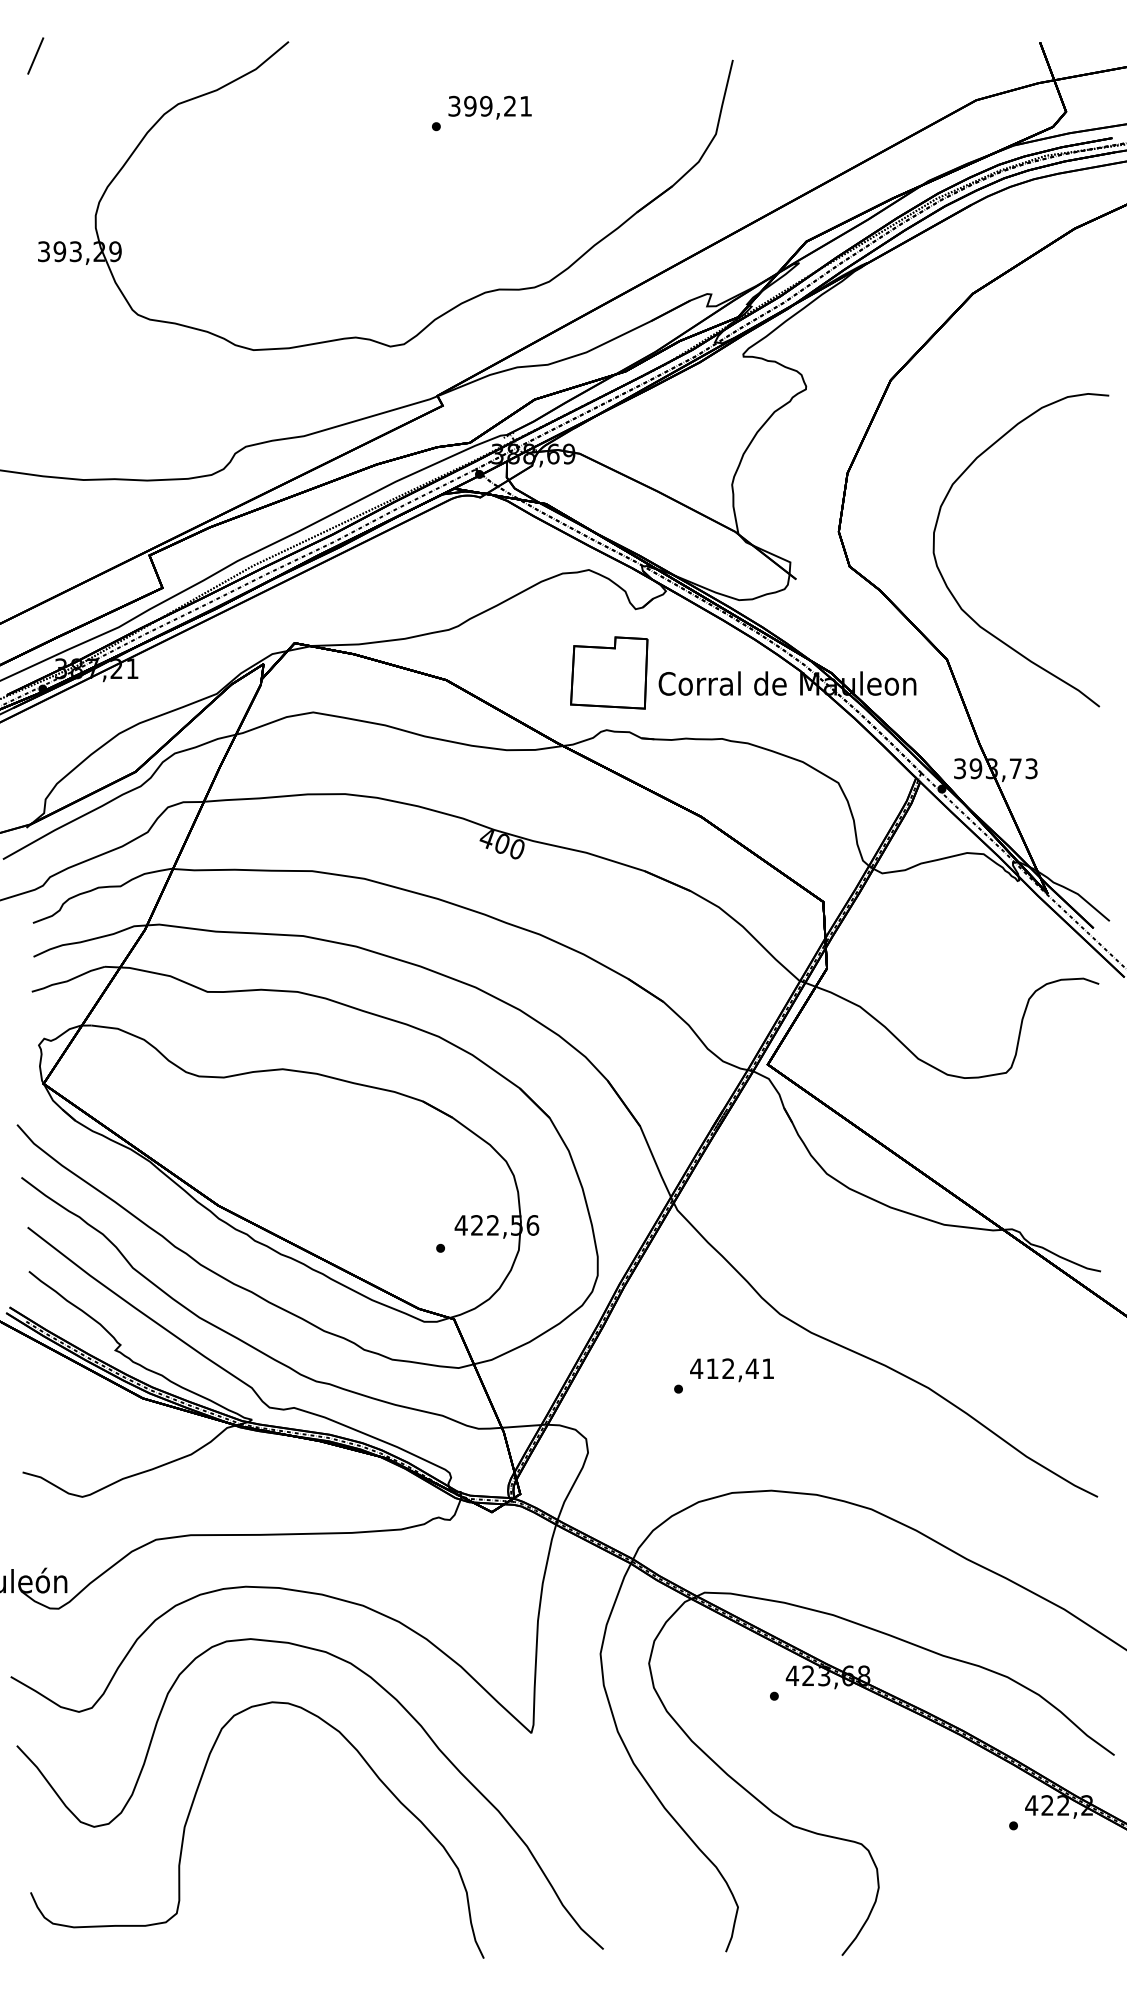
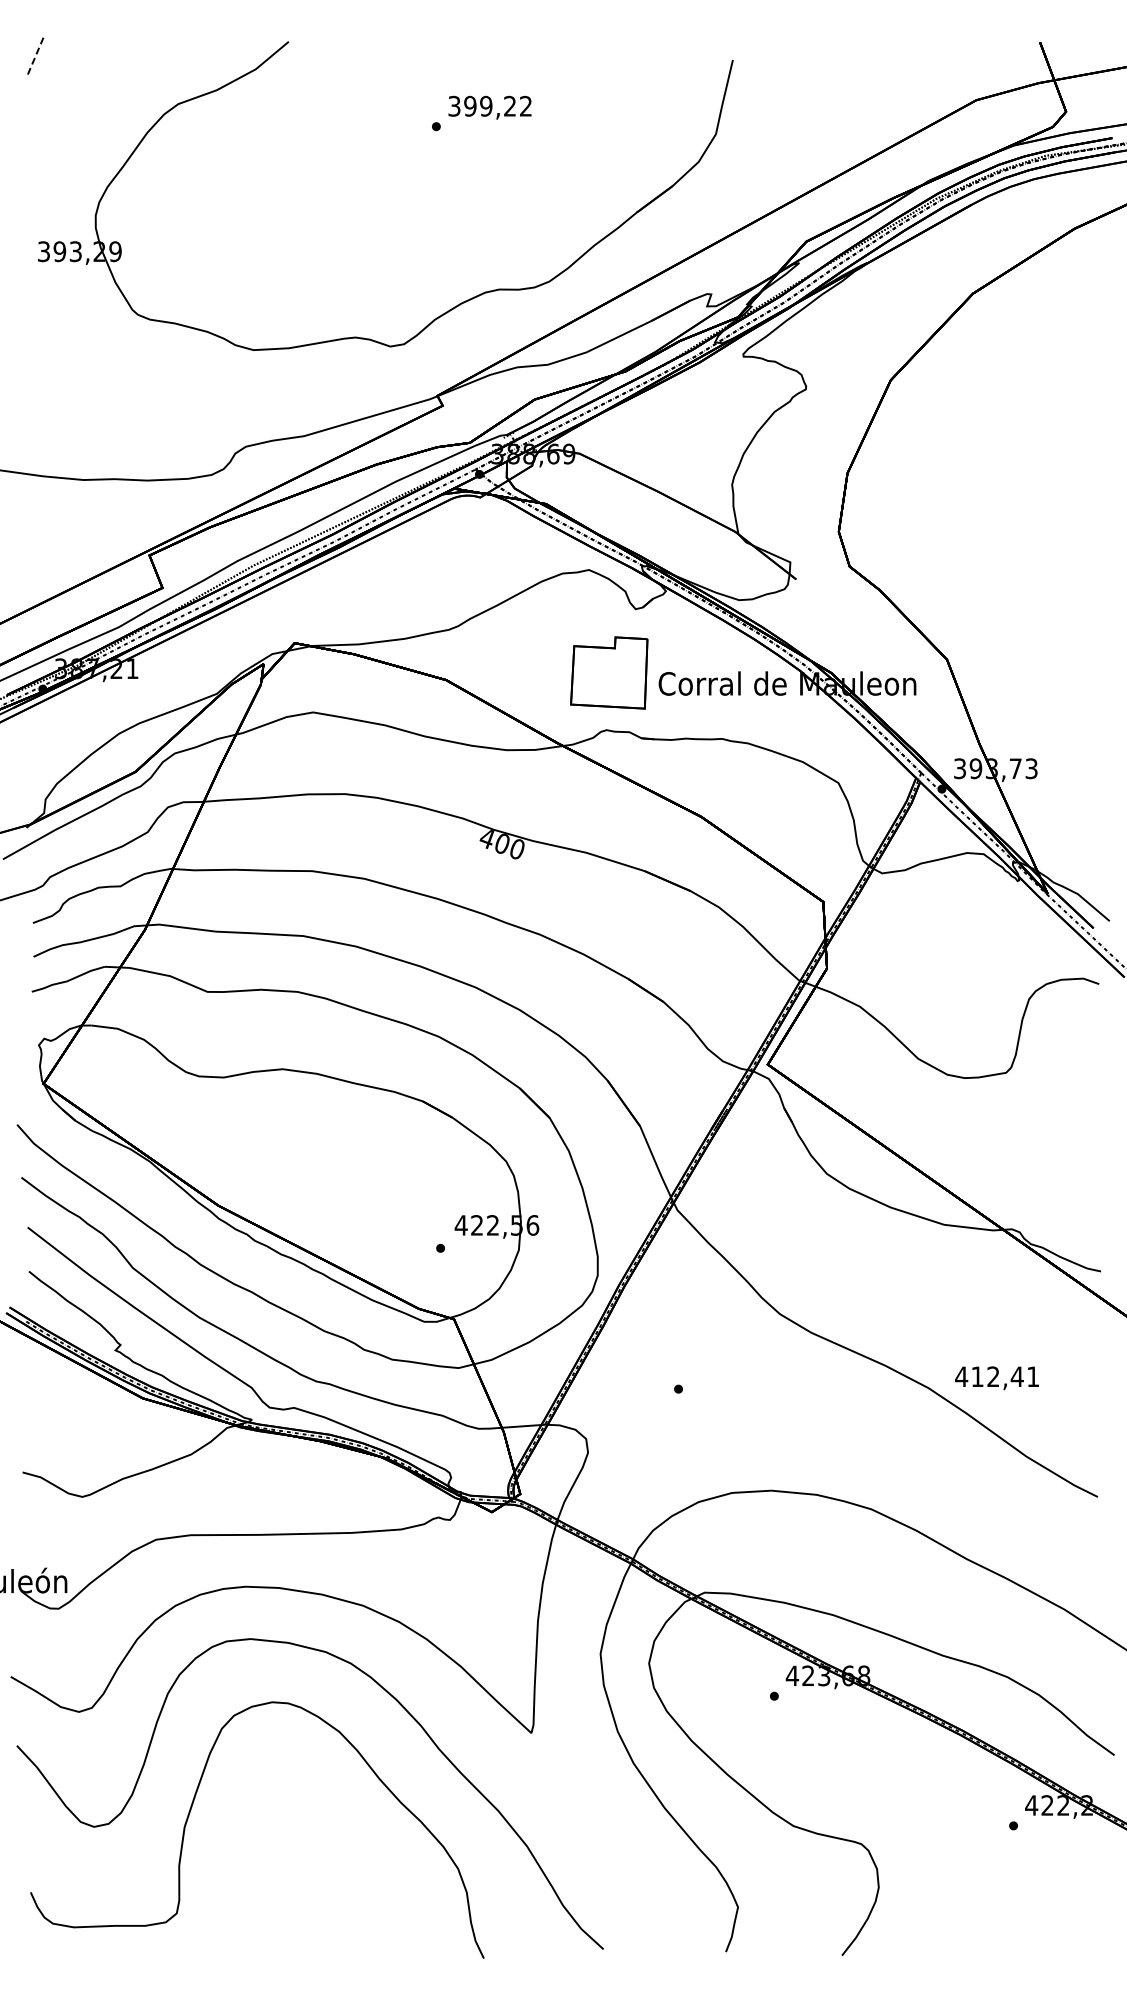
line at (35, 55): solid -> dashed
text at (525, 105): 399,21 -> 399,22
curve at (953, 594): present -> none
text at (731, 1370) position: (731, 1370) -> (996, 1378)
